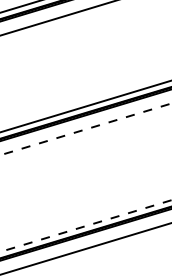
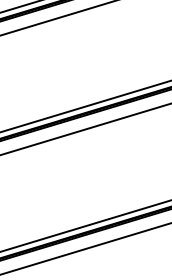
line at (86, 129): dashed -> solid
line at (86, 225): dashed -> solid
